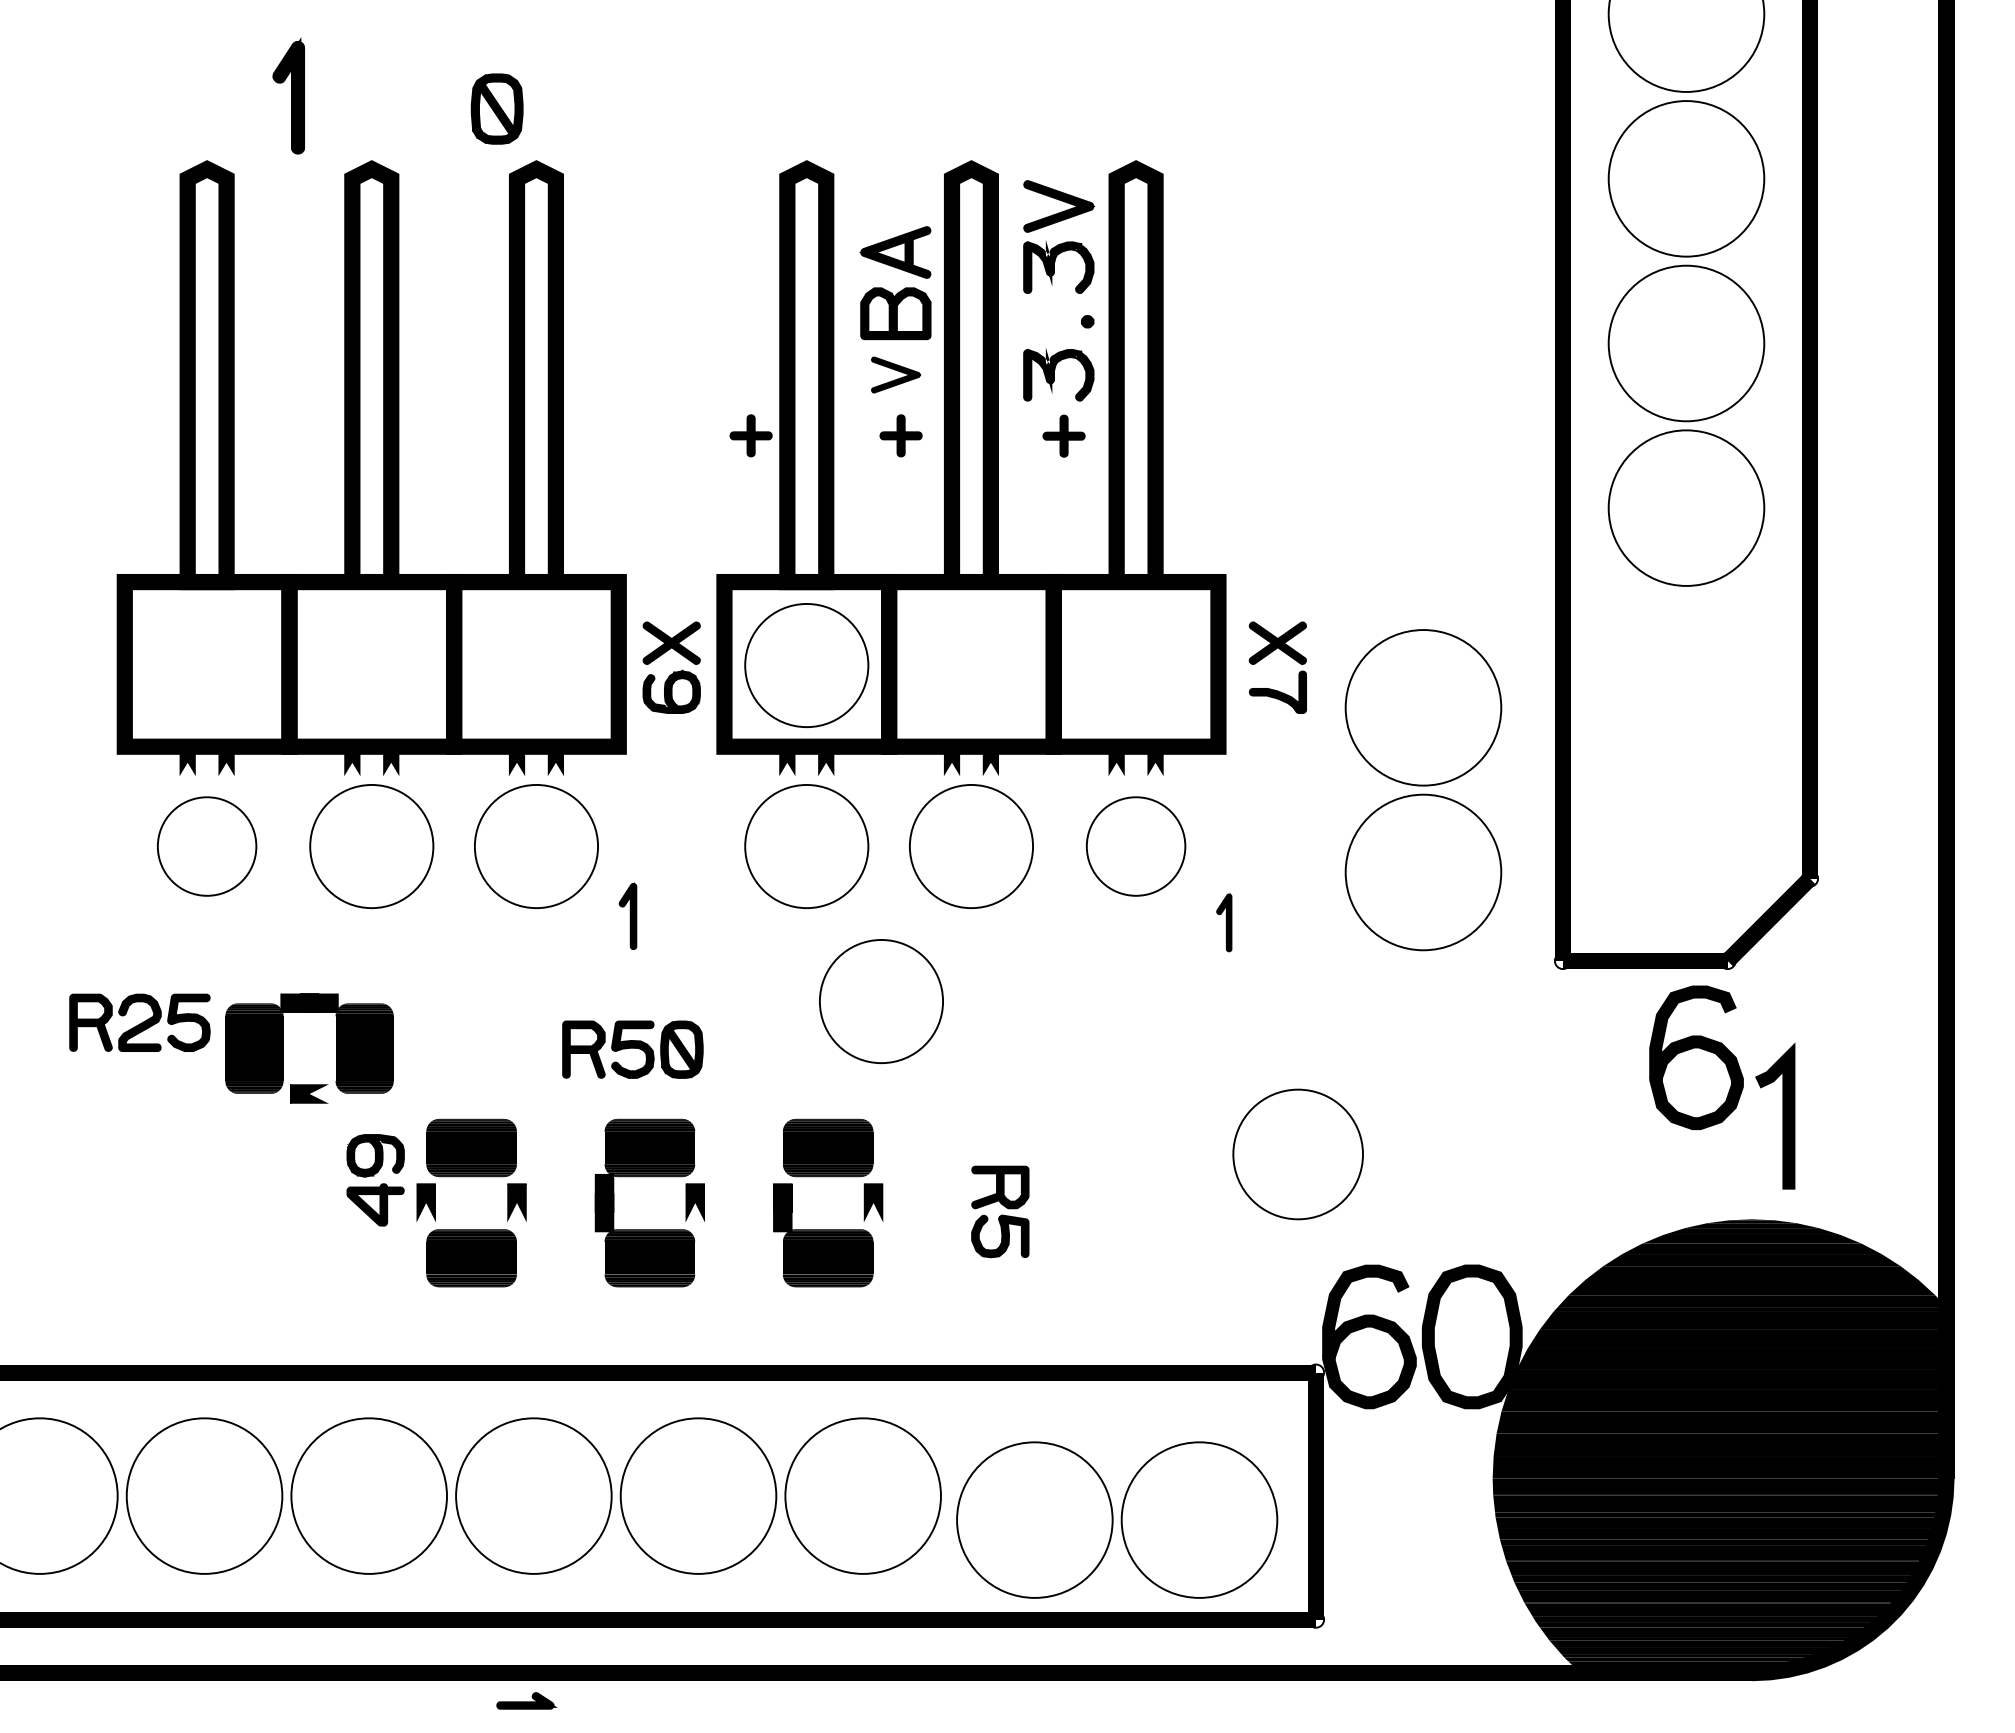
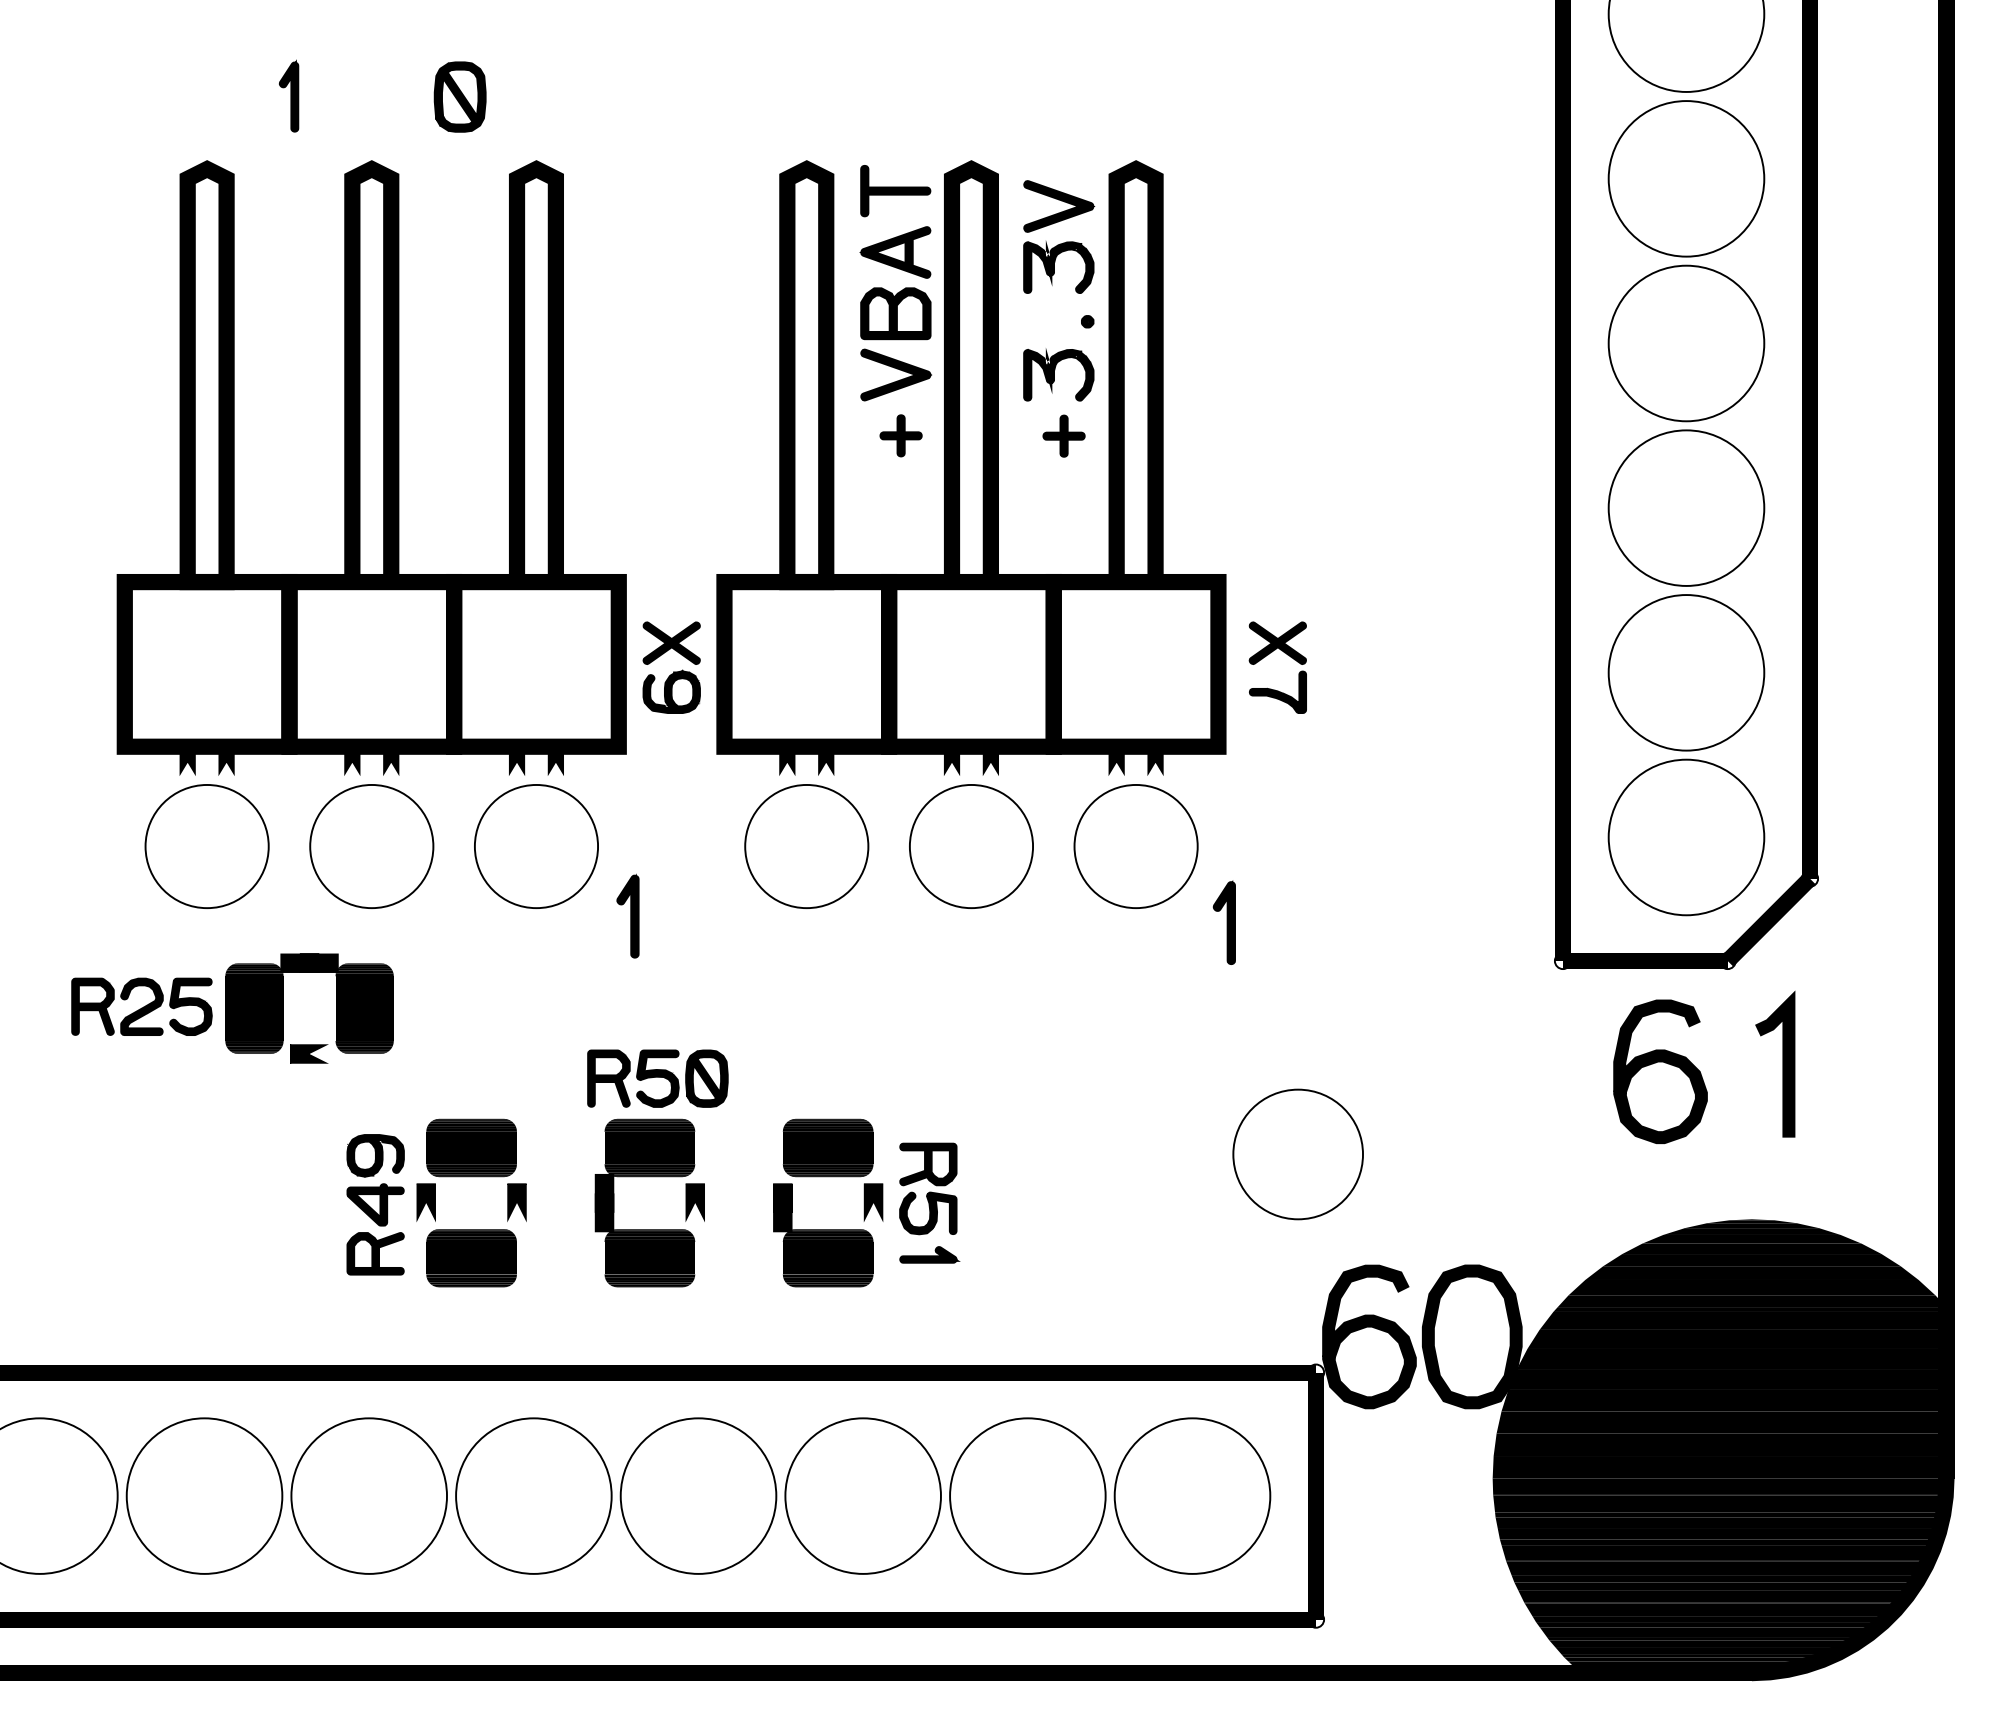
part at (288, 95) size: 33x118 px -> 21x74 px
part at (496, 108) position: (496, 108) -> (459, 96)
part at (895, 191): none -> present
part at (895, 374) size: 50x38 px -> 72x54 px
part at (750, 435): present -> none
part at (806, 665): present -> none
part at (1423, 790) position: (1423, 790) -> (1686, 755)
part at (207, 846) size: 101x101 px -> 126x125 px
part at (1135, 846) size: 102x101 px -> 126x125 px
part at (627, 915) size: 20x68 px -> 24x86 px
part at (1224, 922) size: 17x60 px -> 24x85 px
part at (881, 1001): present -> none
part at (139, 1022) position: (139, 1022) -> (141, 1006)
part at (283, 1048) position: (283, 1048) -> (283, 1008)
curve at (1696, 1048) position: (1696, 1048) -> (1660, 1062)
part at (632, 1049) position: (632, 1049) -> (657, 1078)
line at (1782, 1115) position: (1782, 1115) -> (1782, 1063)
part at (1000, 1211) position: (1000, 1211) -> (928, 1188)
part at (375, 1253): none -> present
part at (1117, 1519) position: (1117, 1519) -> (1110, 1495)
part at (526, 1700) position: (526, 1700) -> (929, 1254)
